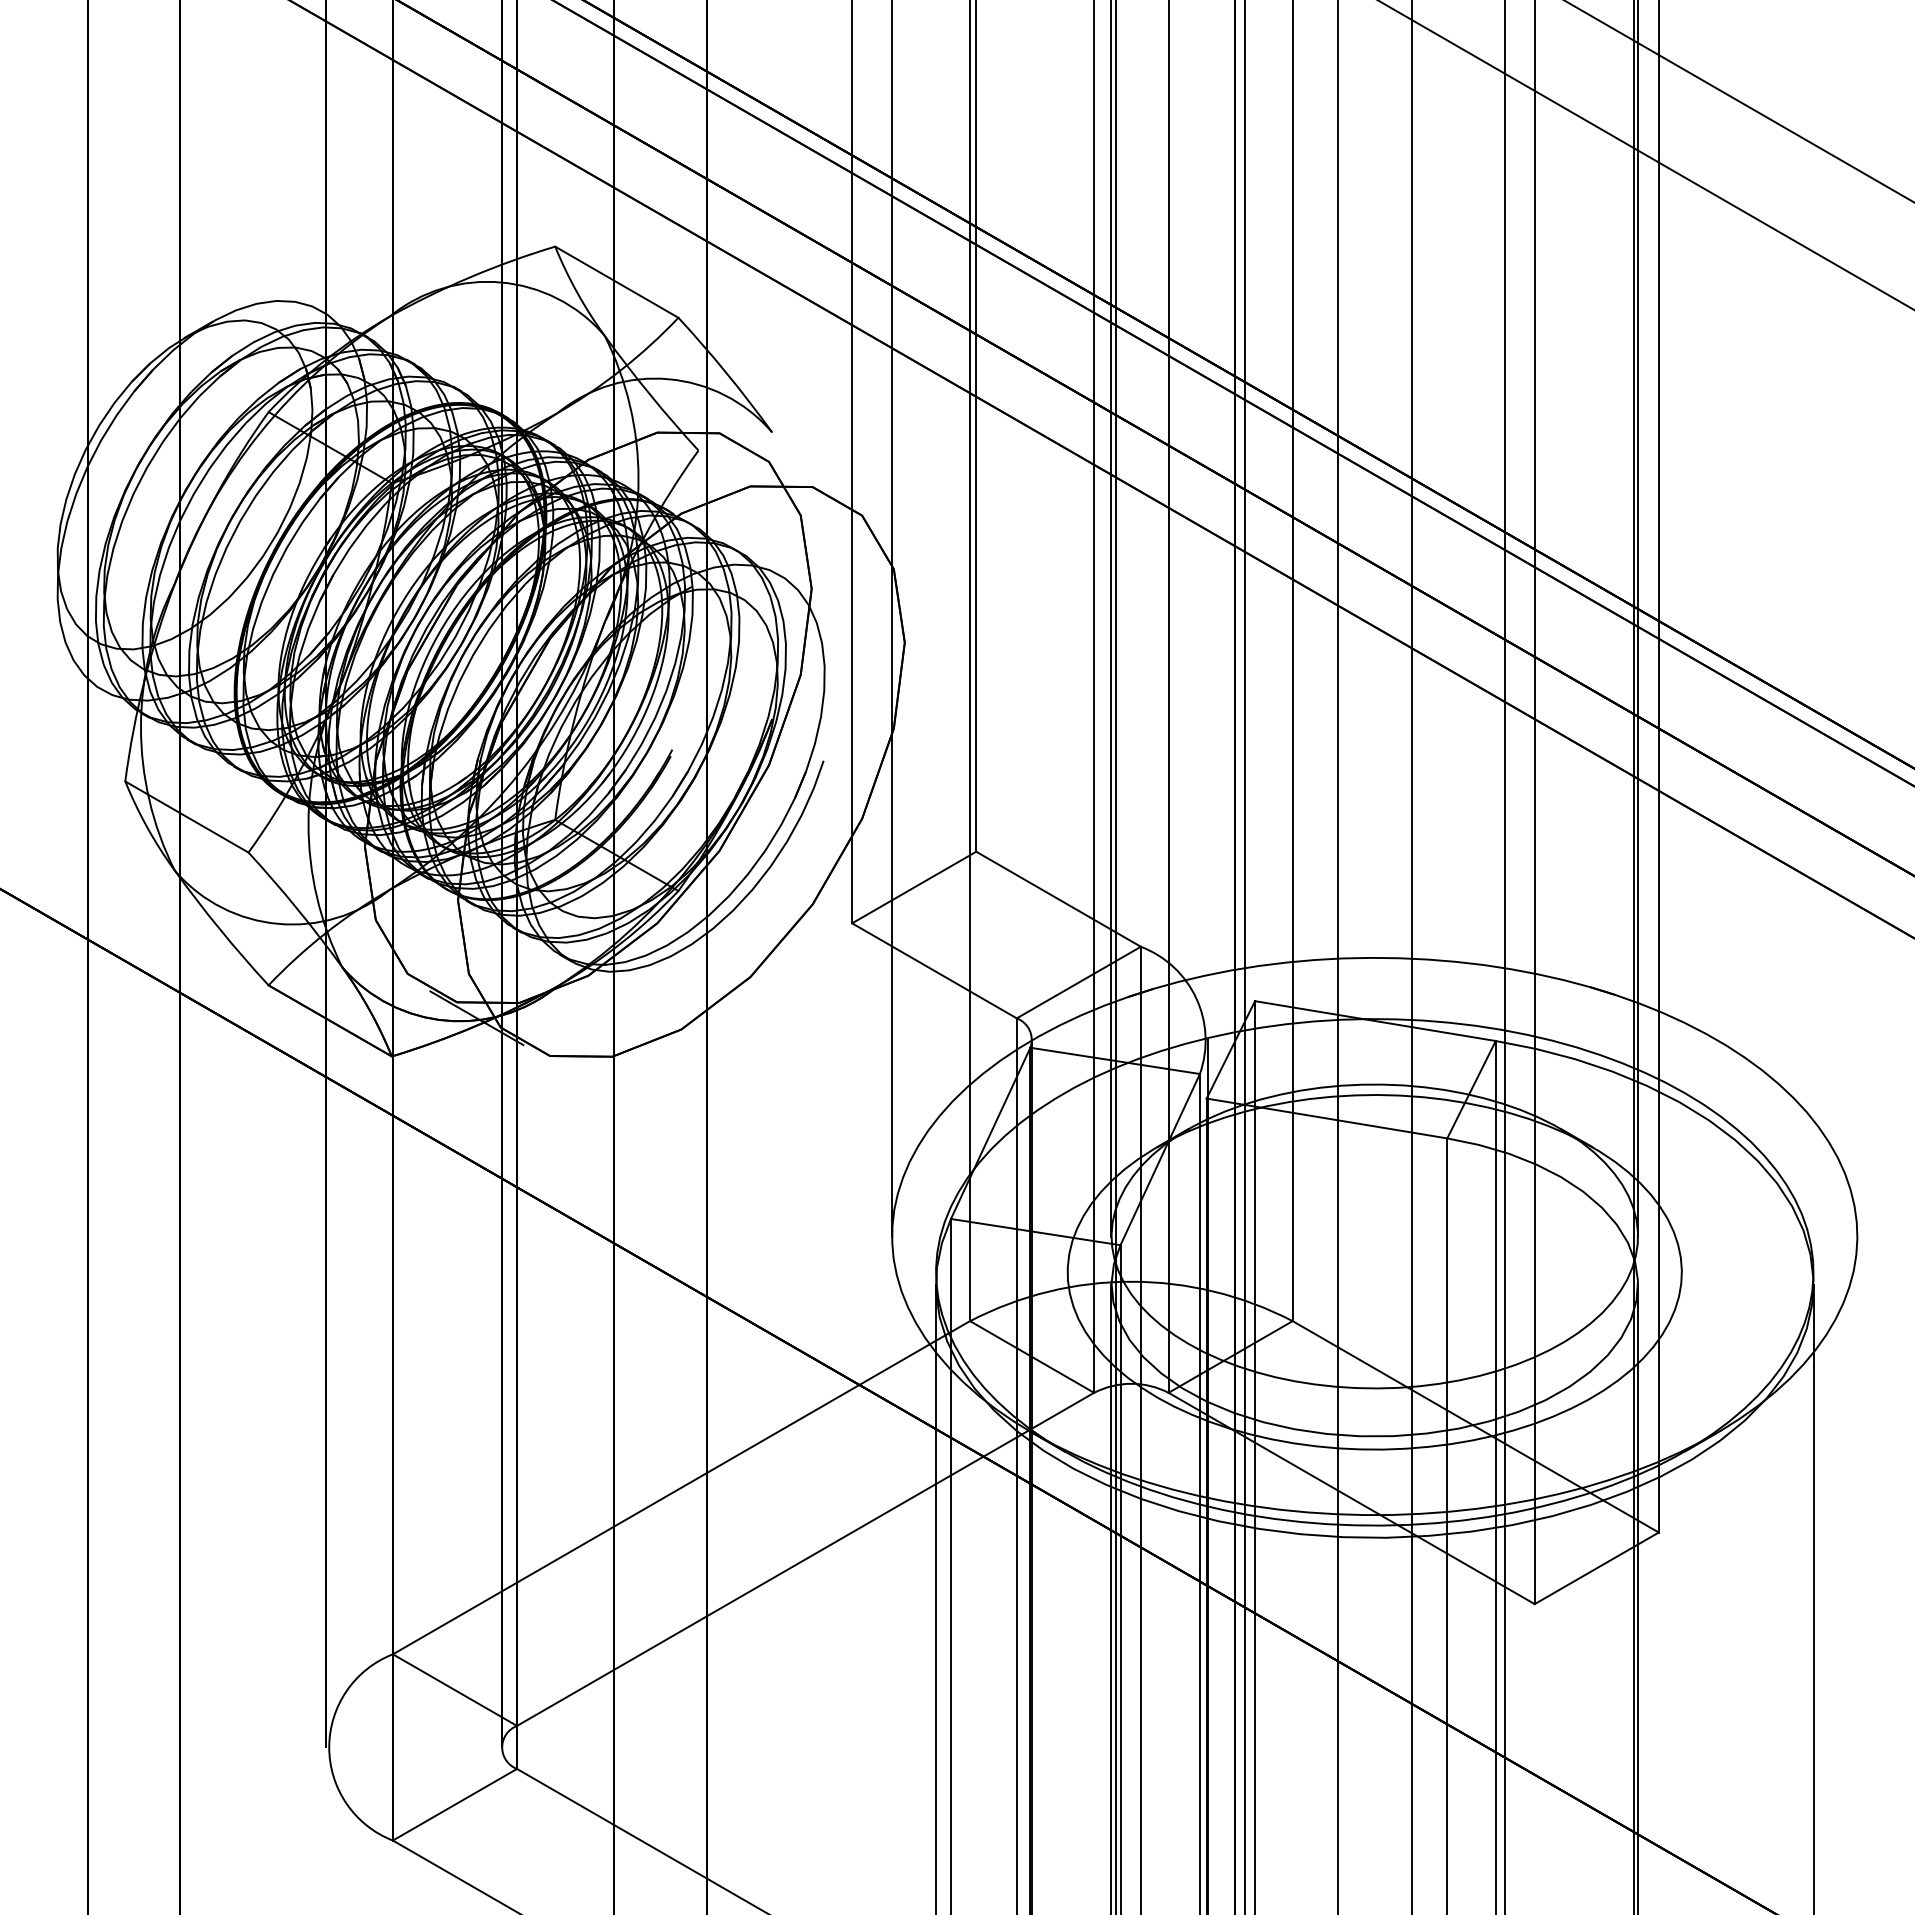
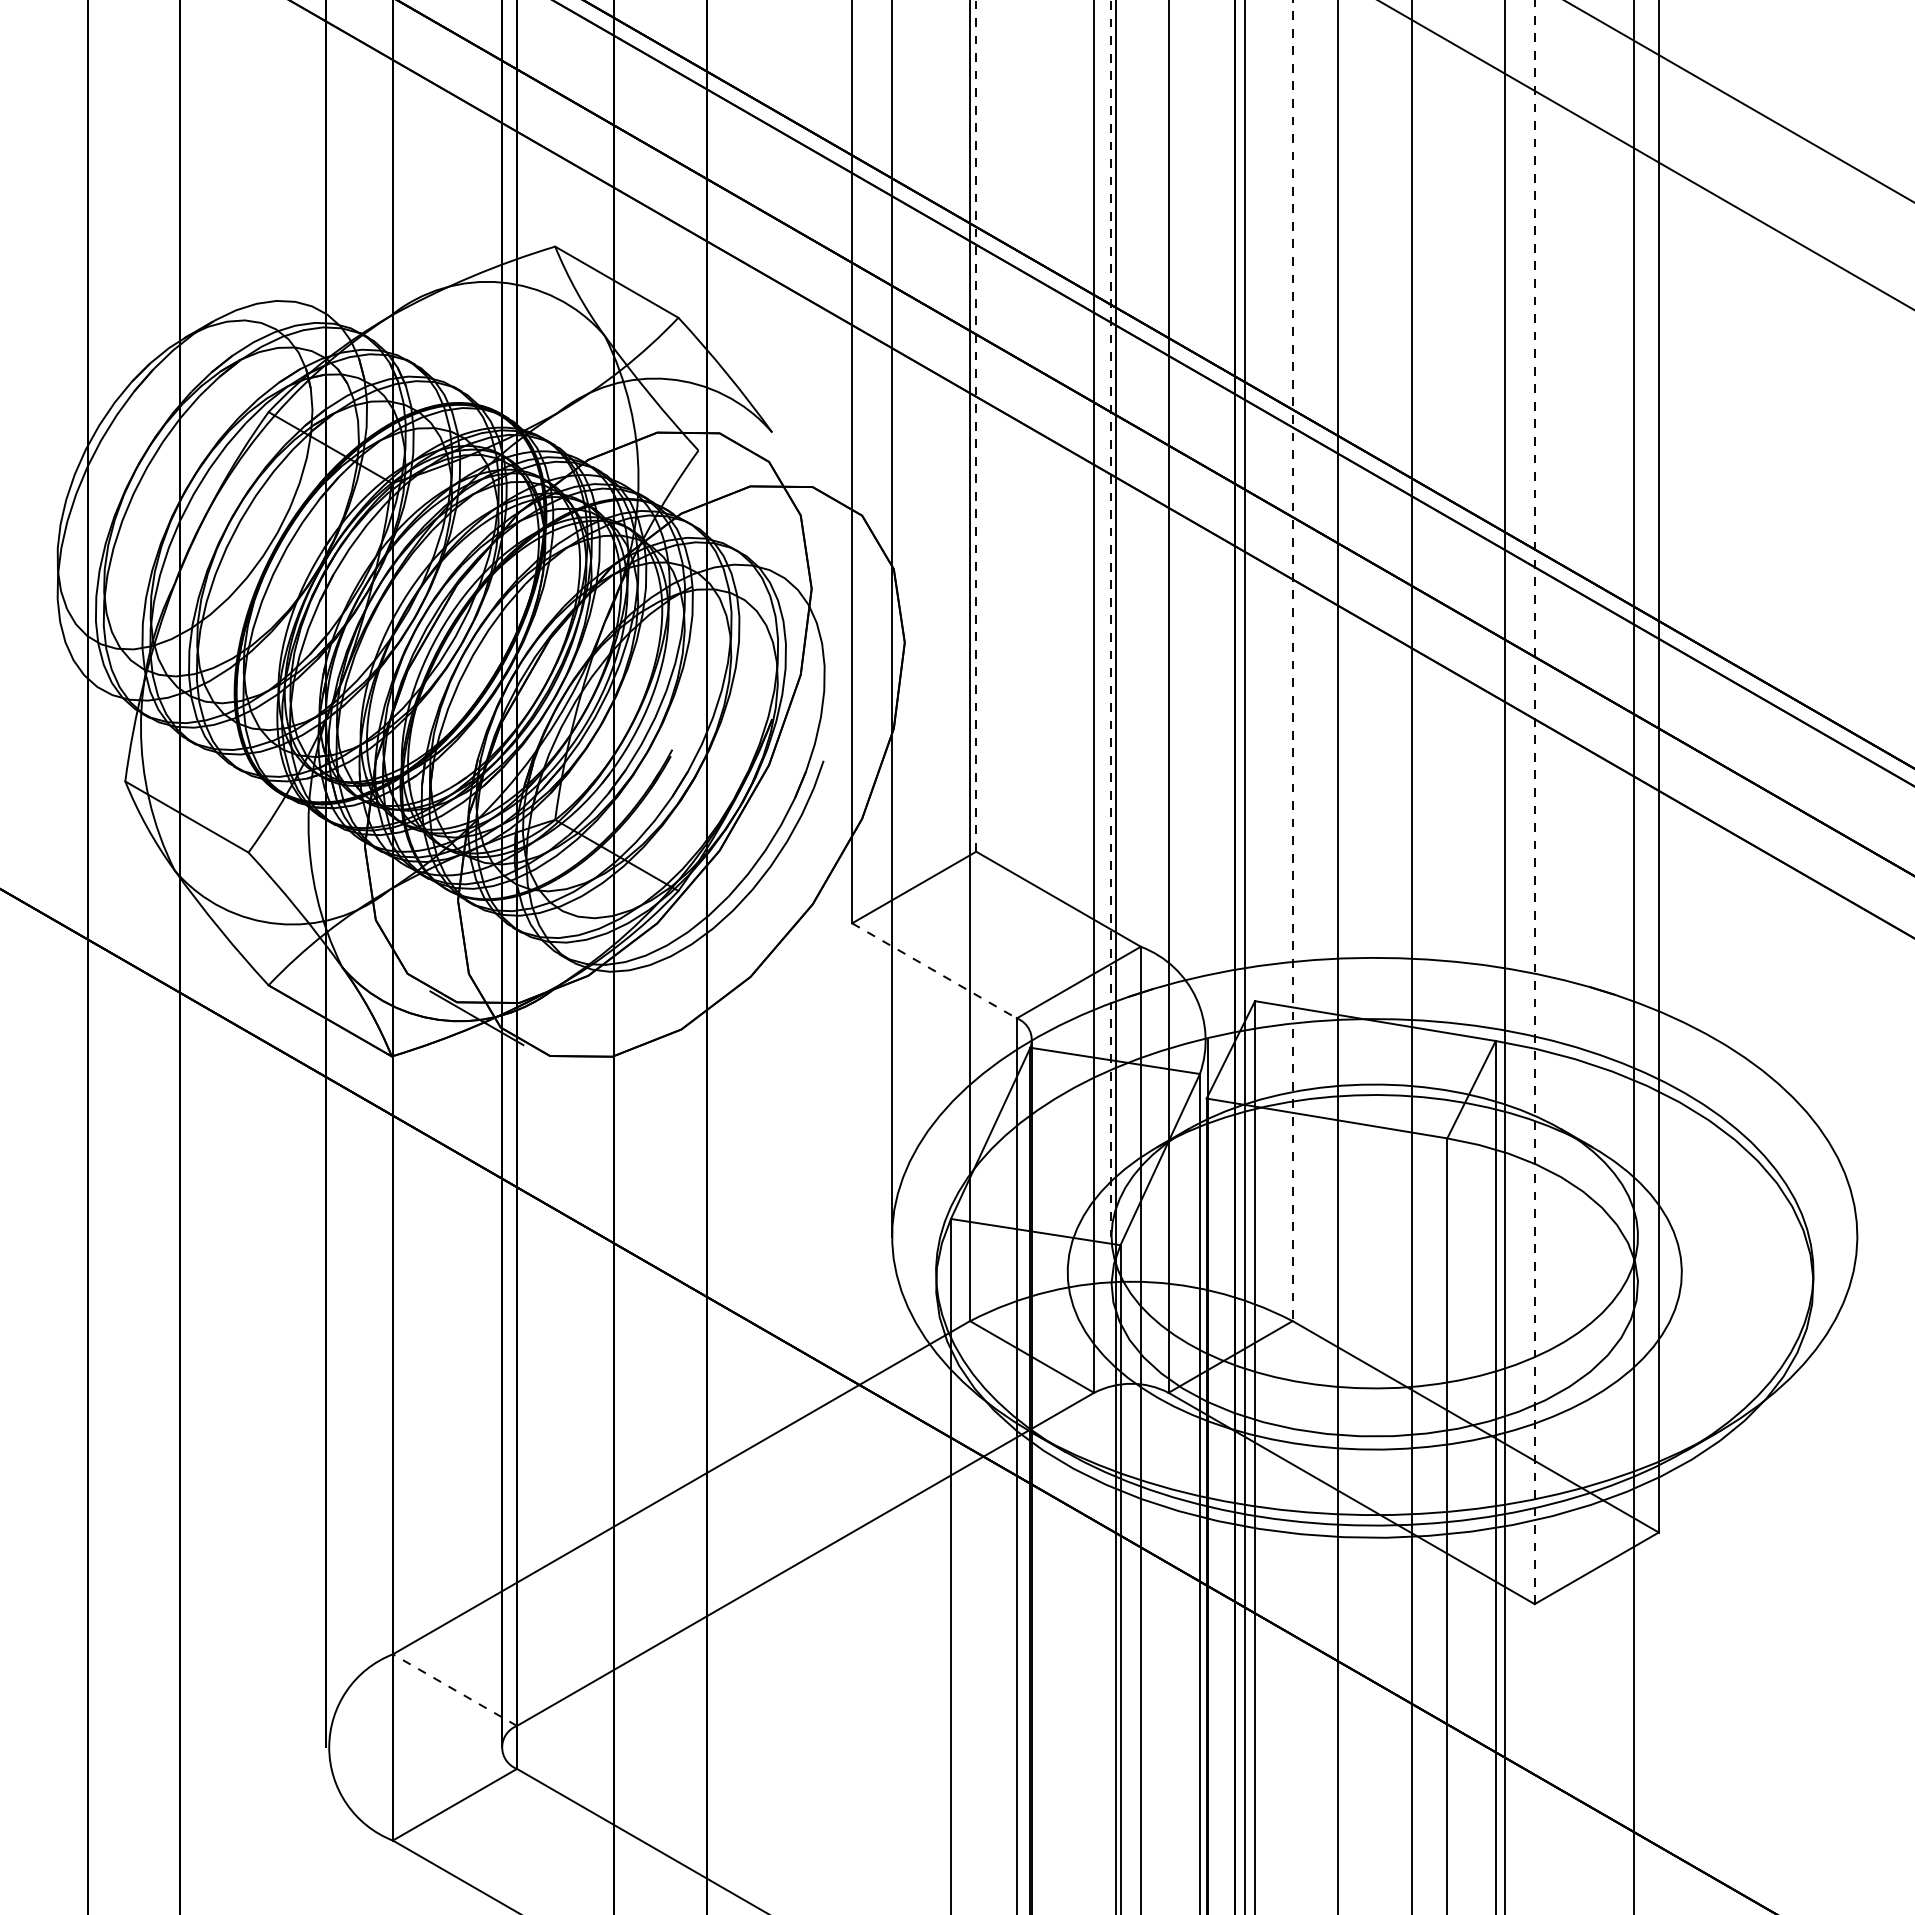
line at (976, 425): solid -> dashed
line at (1111, 618): solid -> dashed
line at (1638, 619): present -> none
line at (1292, 661): solid -> dashed
line at (1534, 802): solid -> dashed
line at (934, 971): solid -> dashed
line at (935, 1597): present -> none
line at (1111, 1597): present -> none
line at (1638, 1597): present -> none
line at (1813, 1597): present -> none
line at (454, 1690): solid -> dashed
